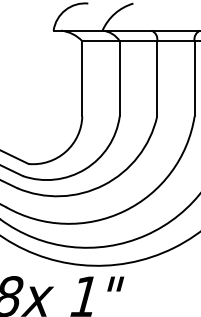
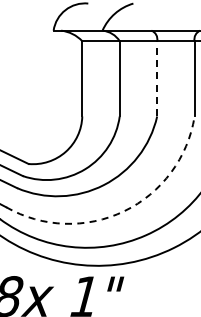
line at (157, 78): solid -> dashed
arc at (124, 211): solid -> dashed
